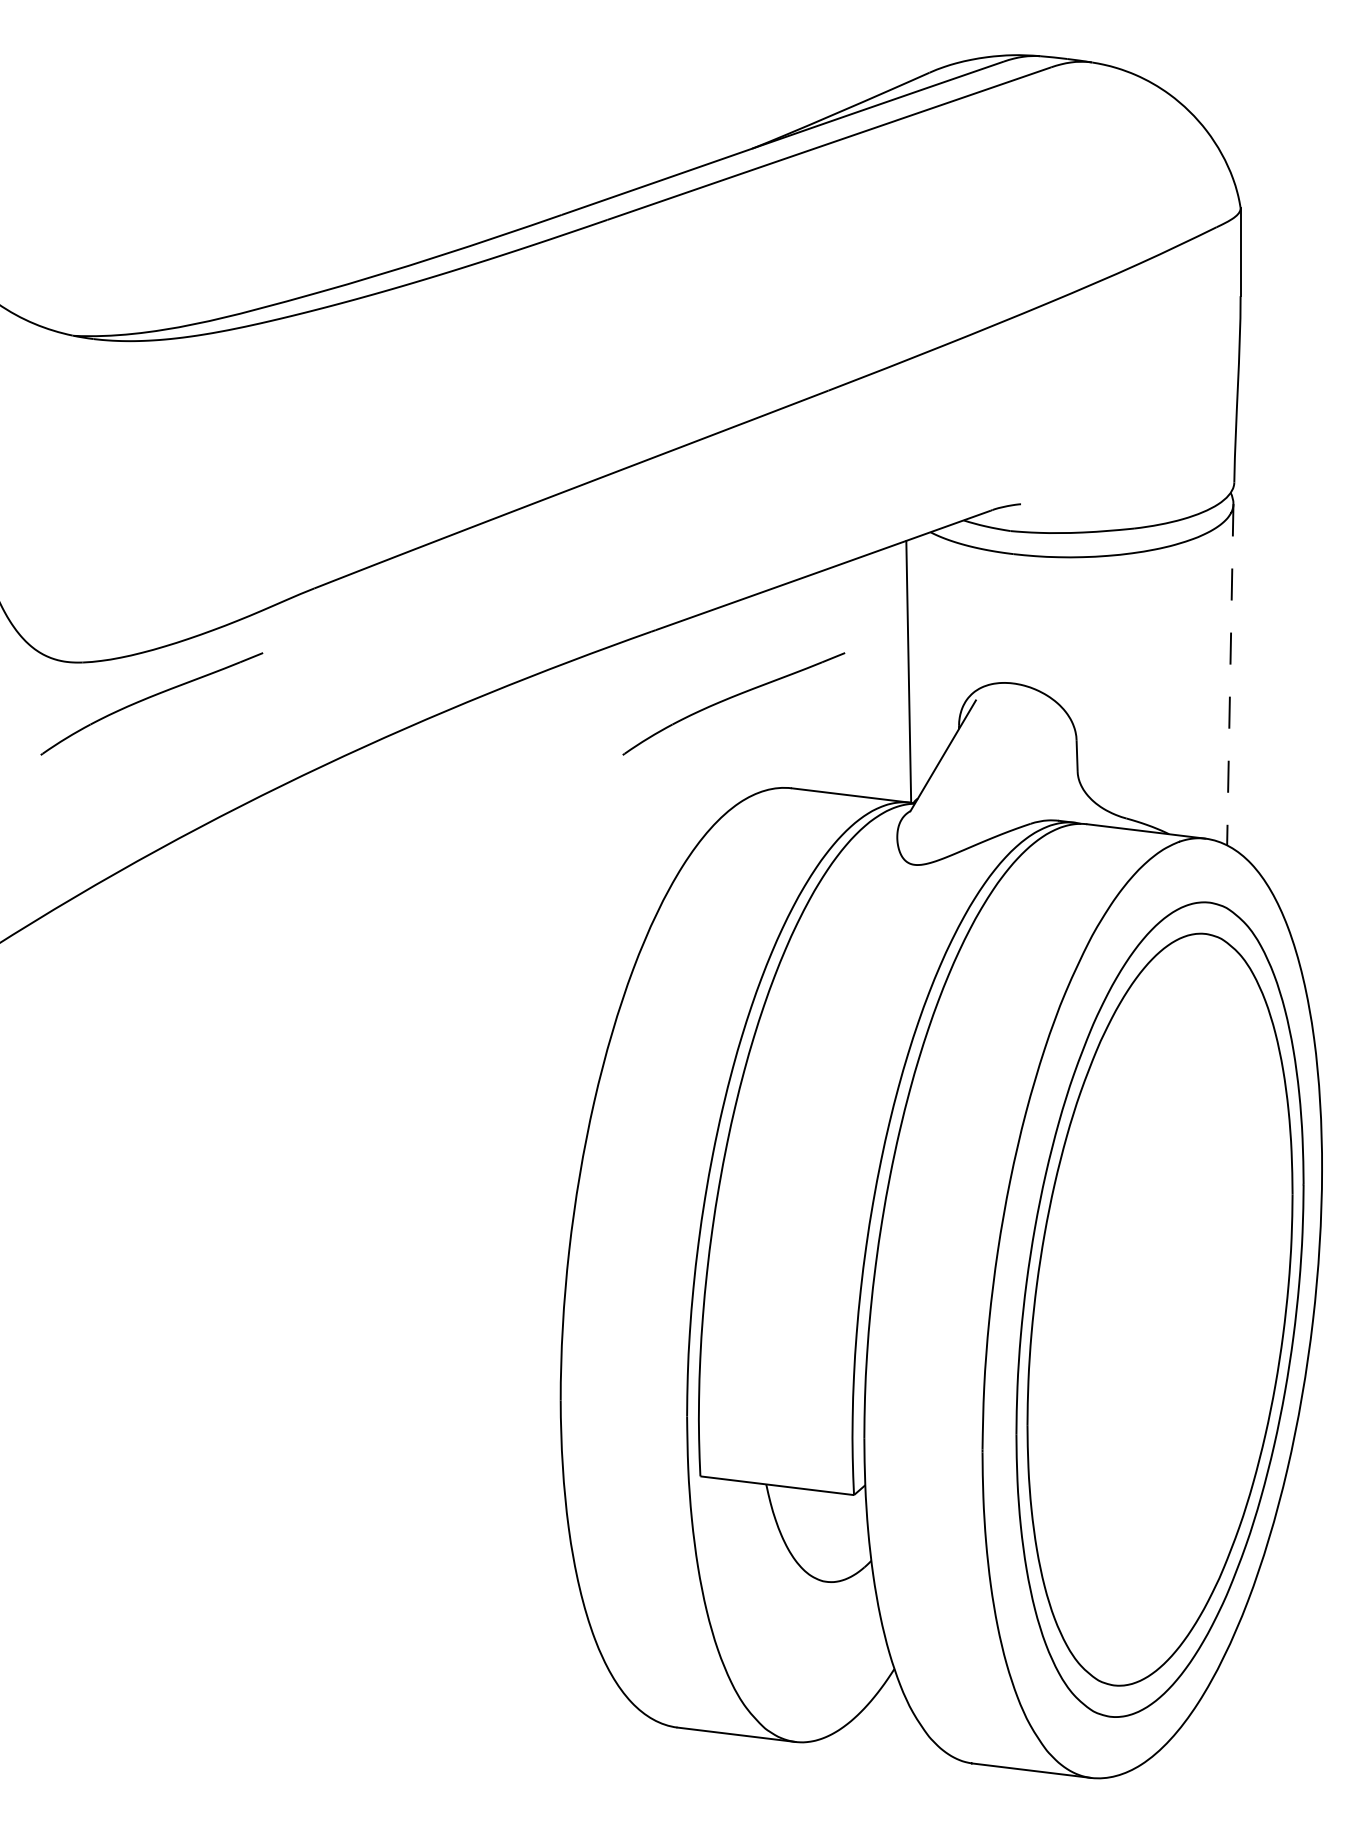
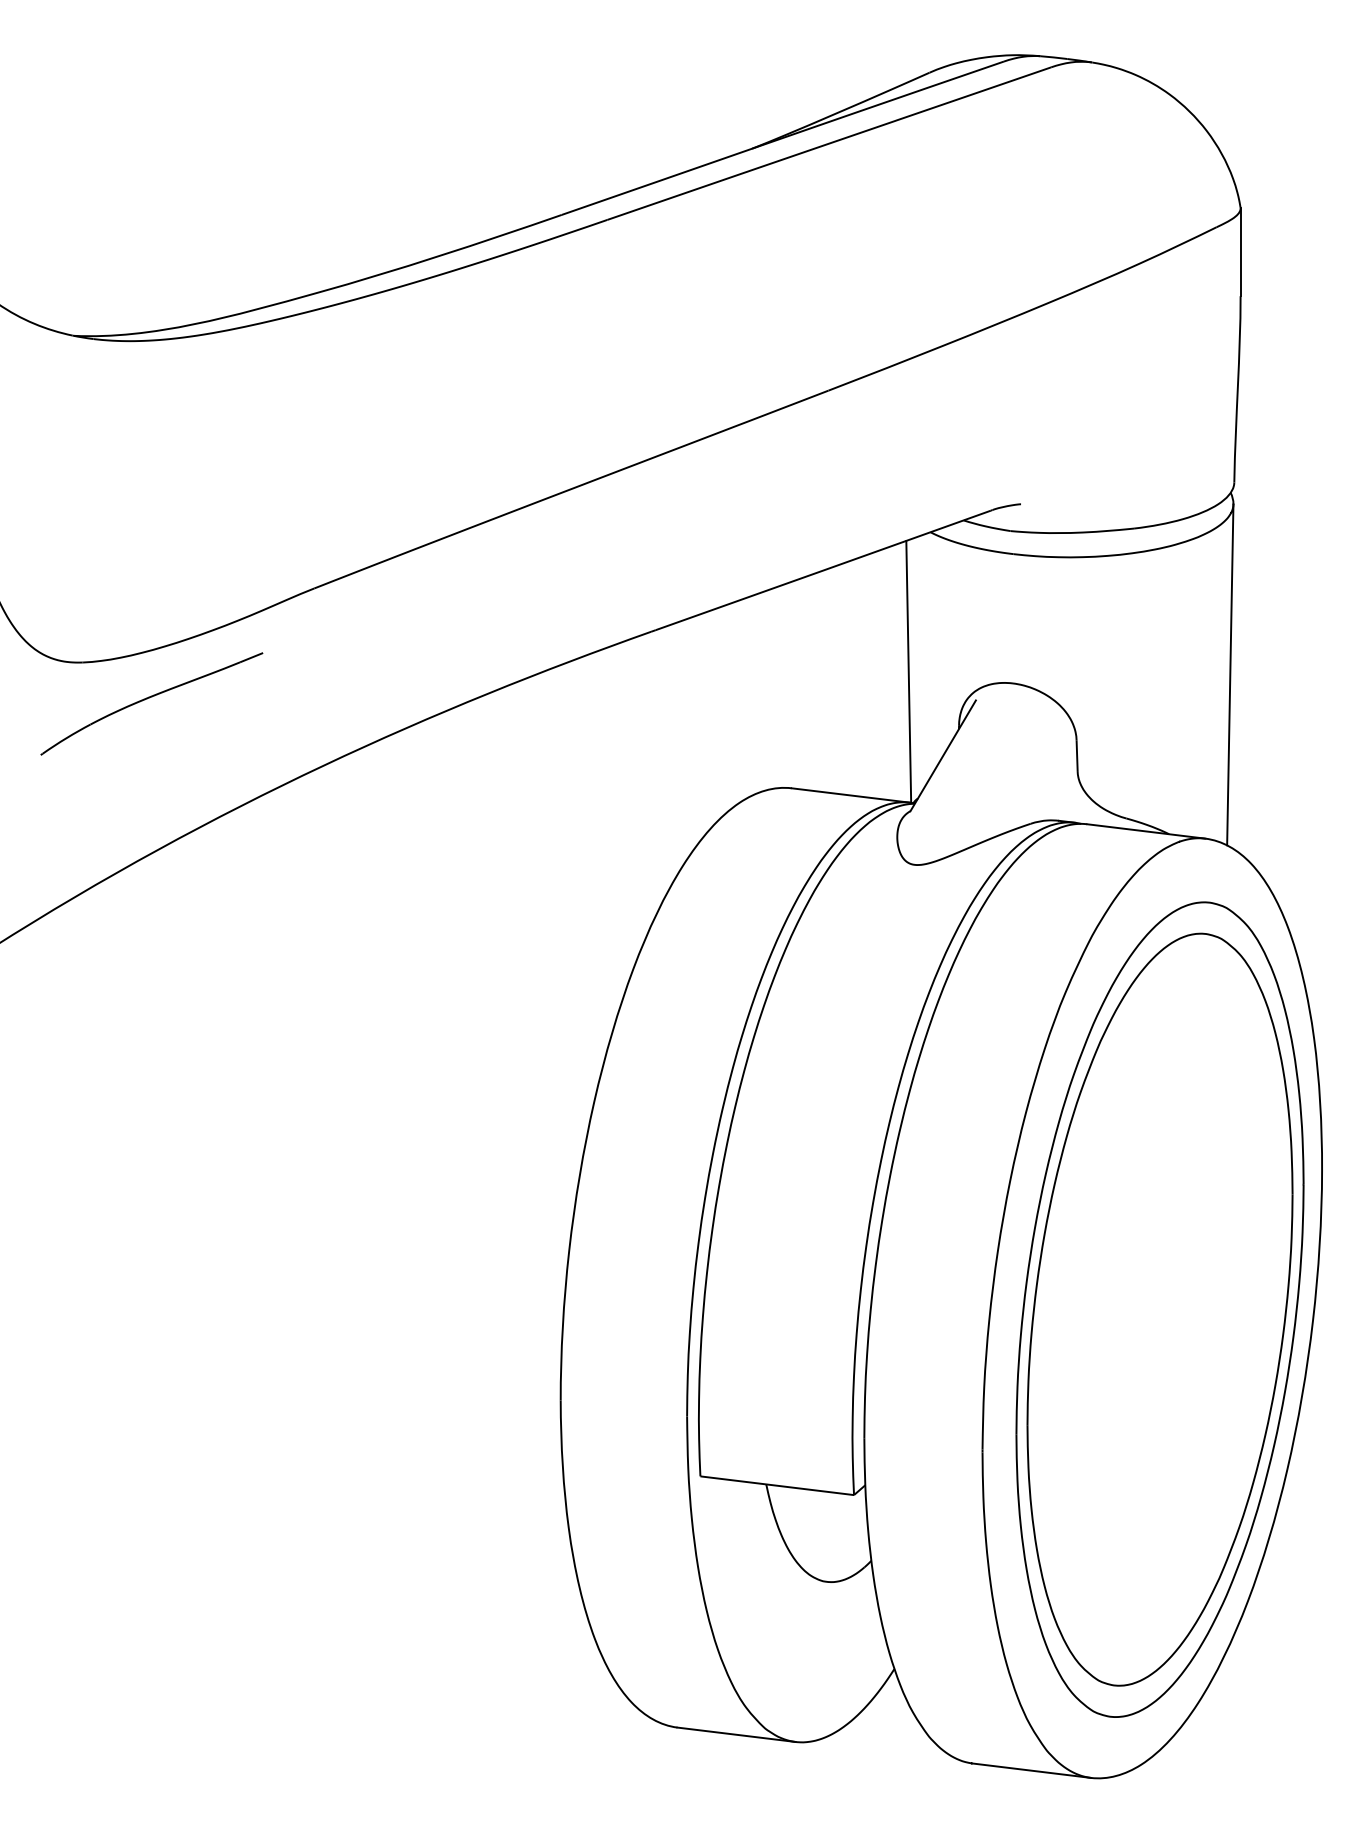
line at (1230, 675): dashed -> solid
part at (733, 703): present -> none
